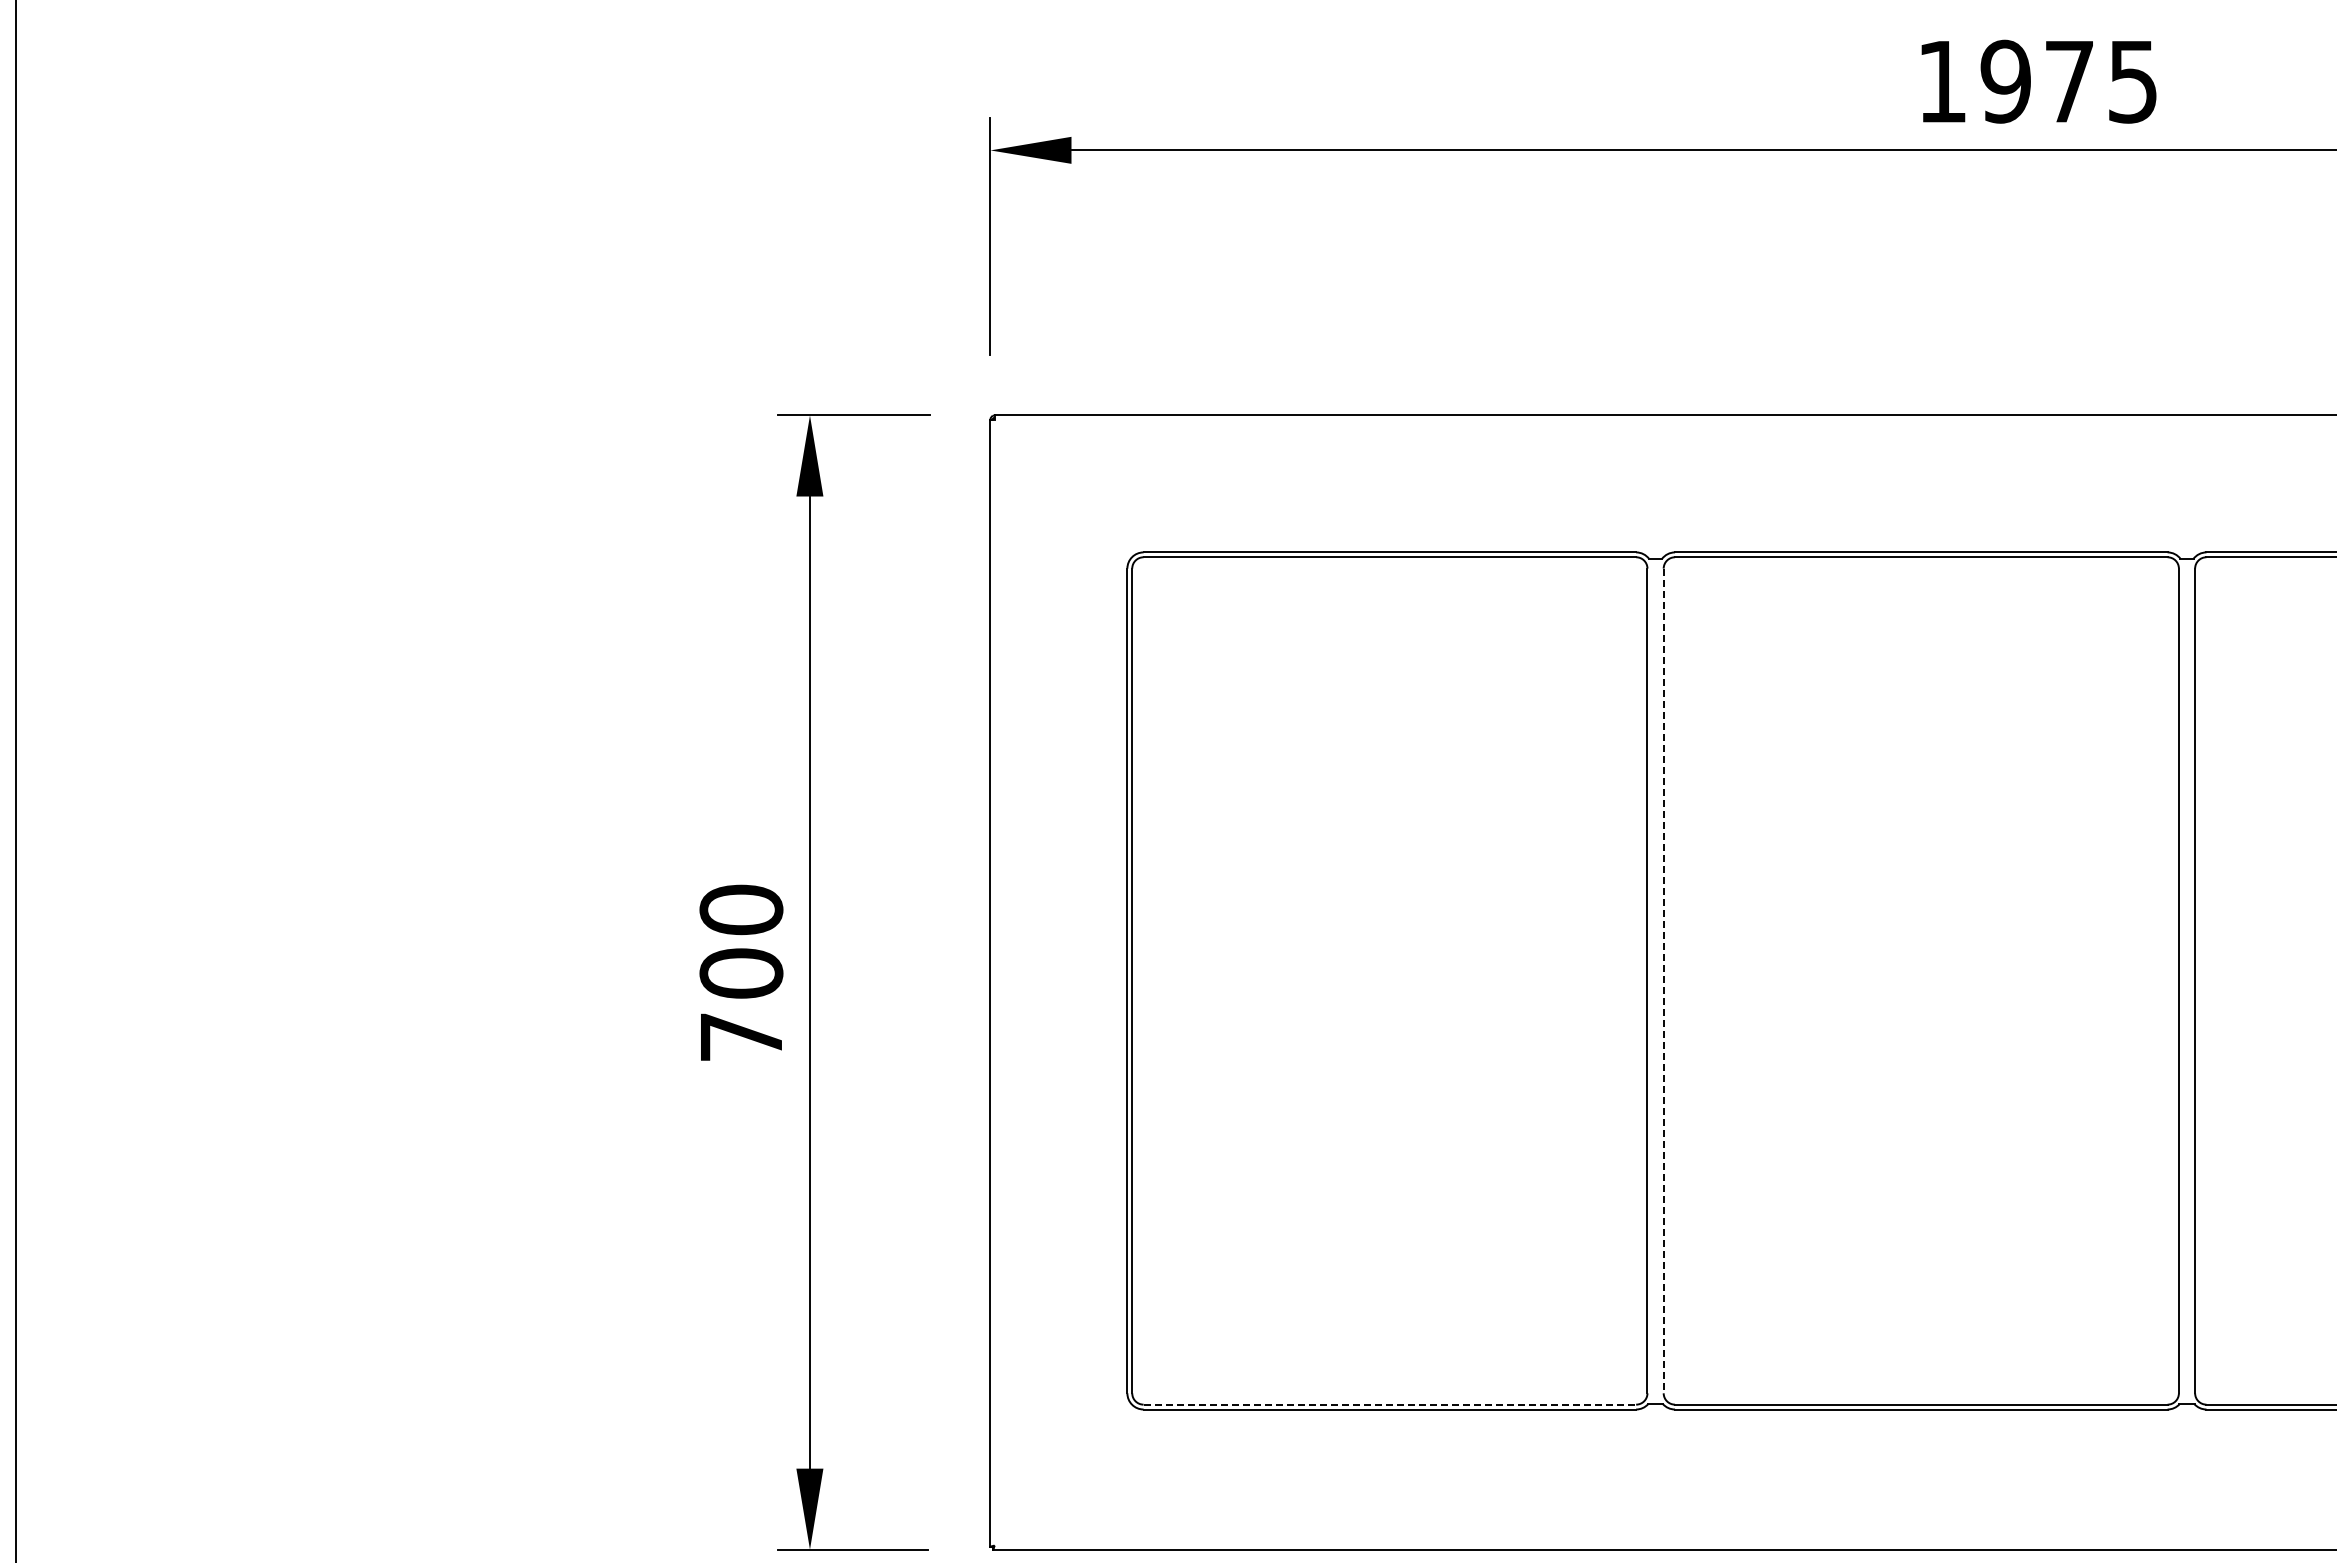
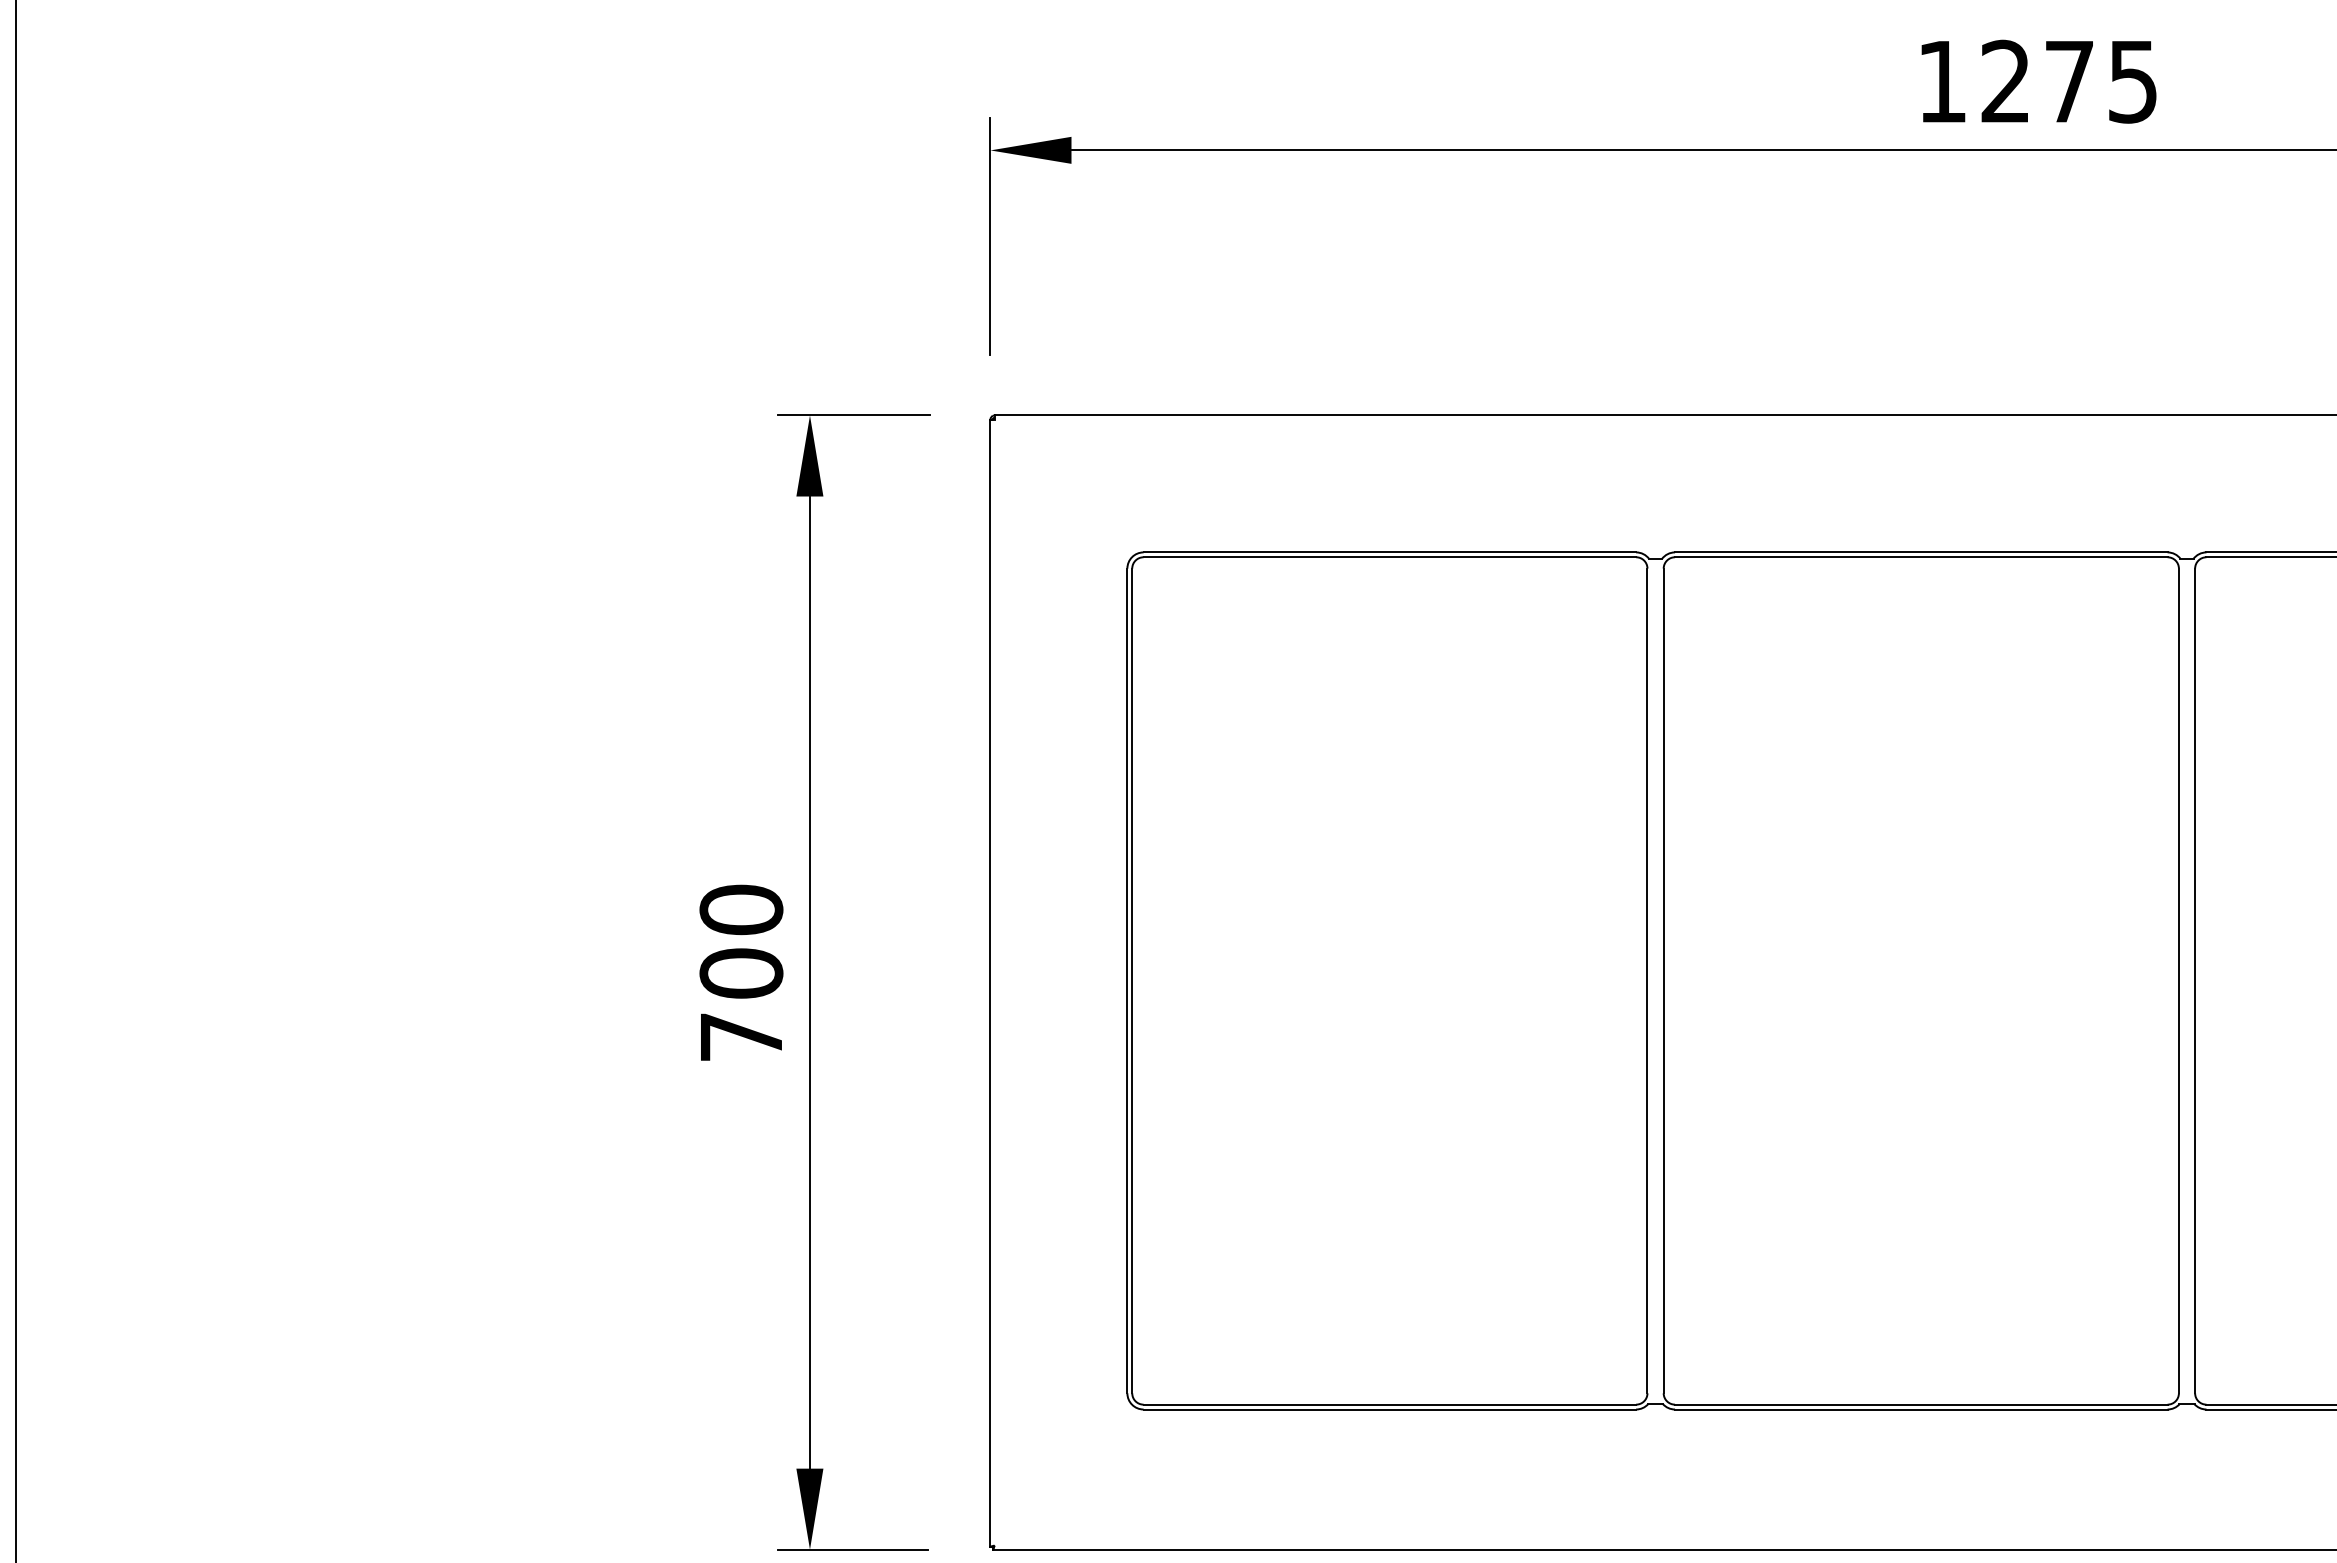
text at (2005, 81): 1975 -> 1275
line at (1663, 981): dashed -> solid
line at (1390, 1404): dashed -> solid
